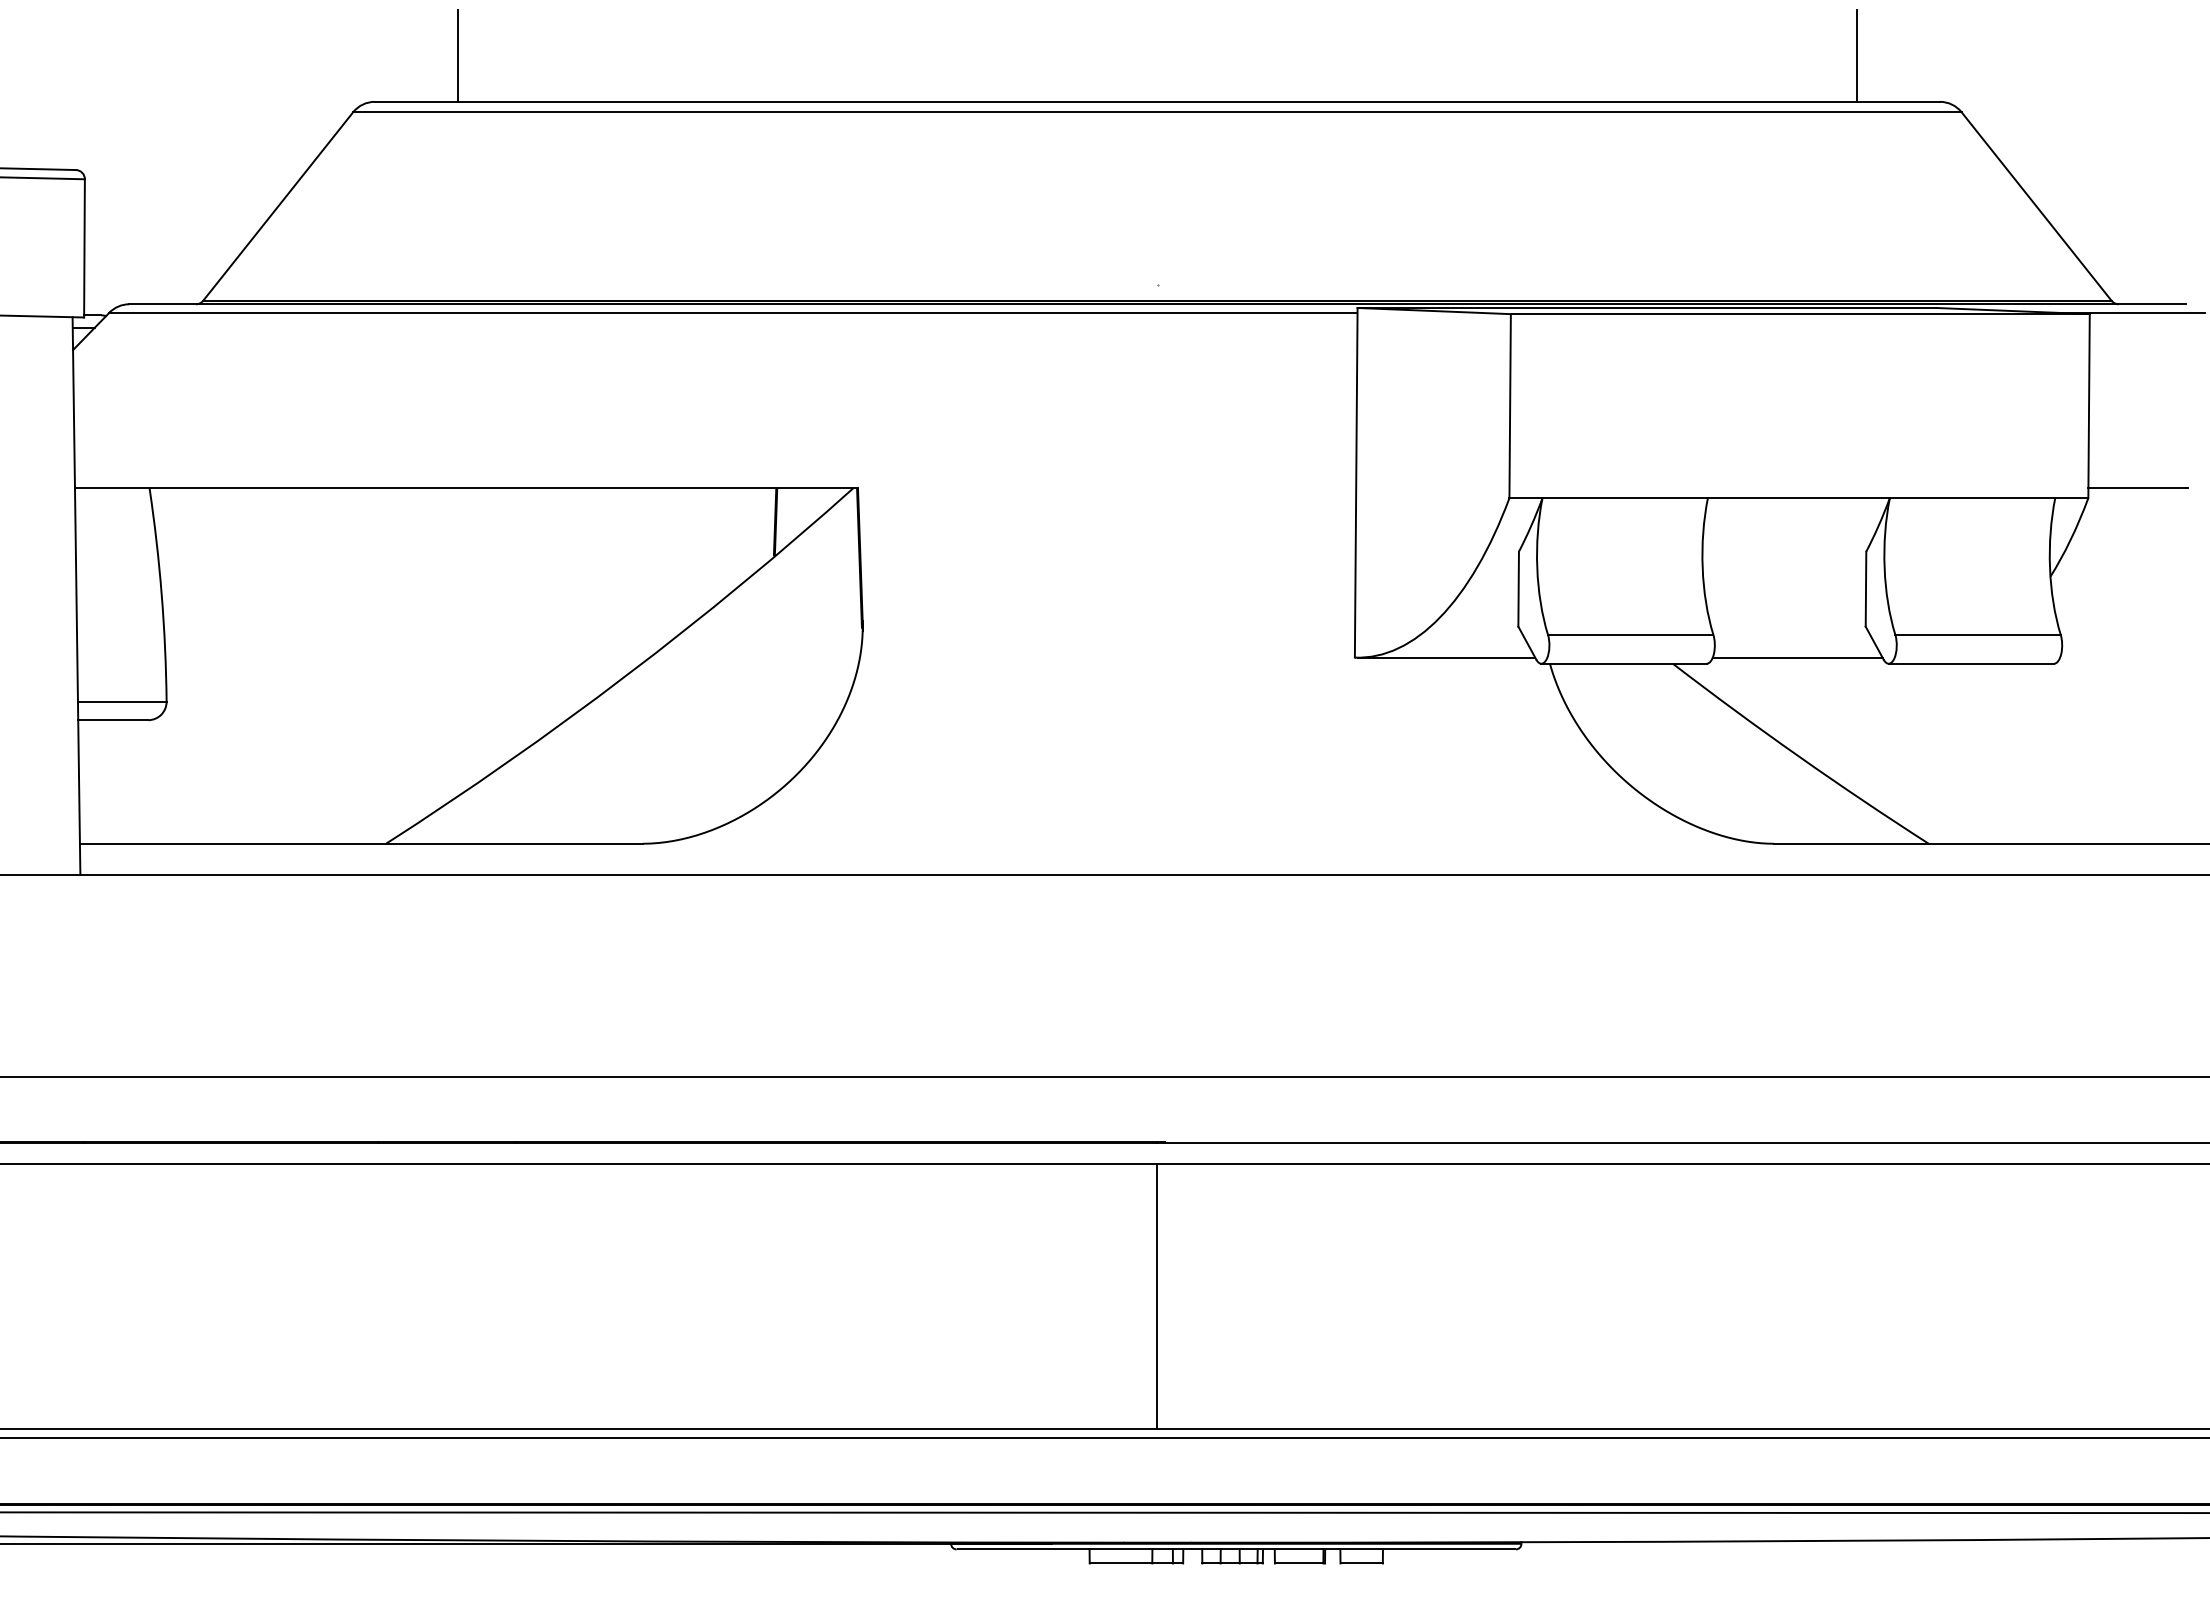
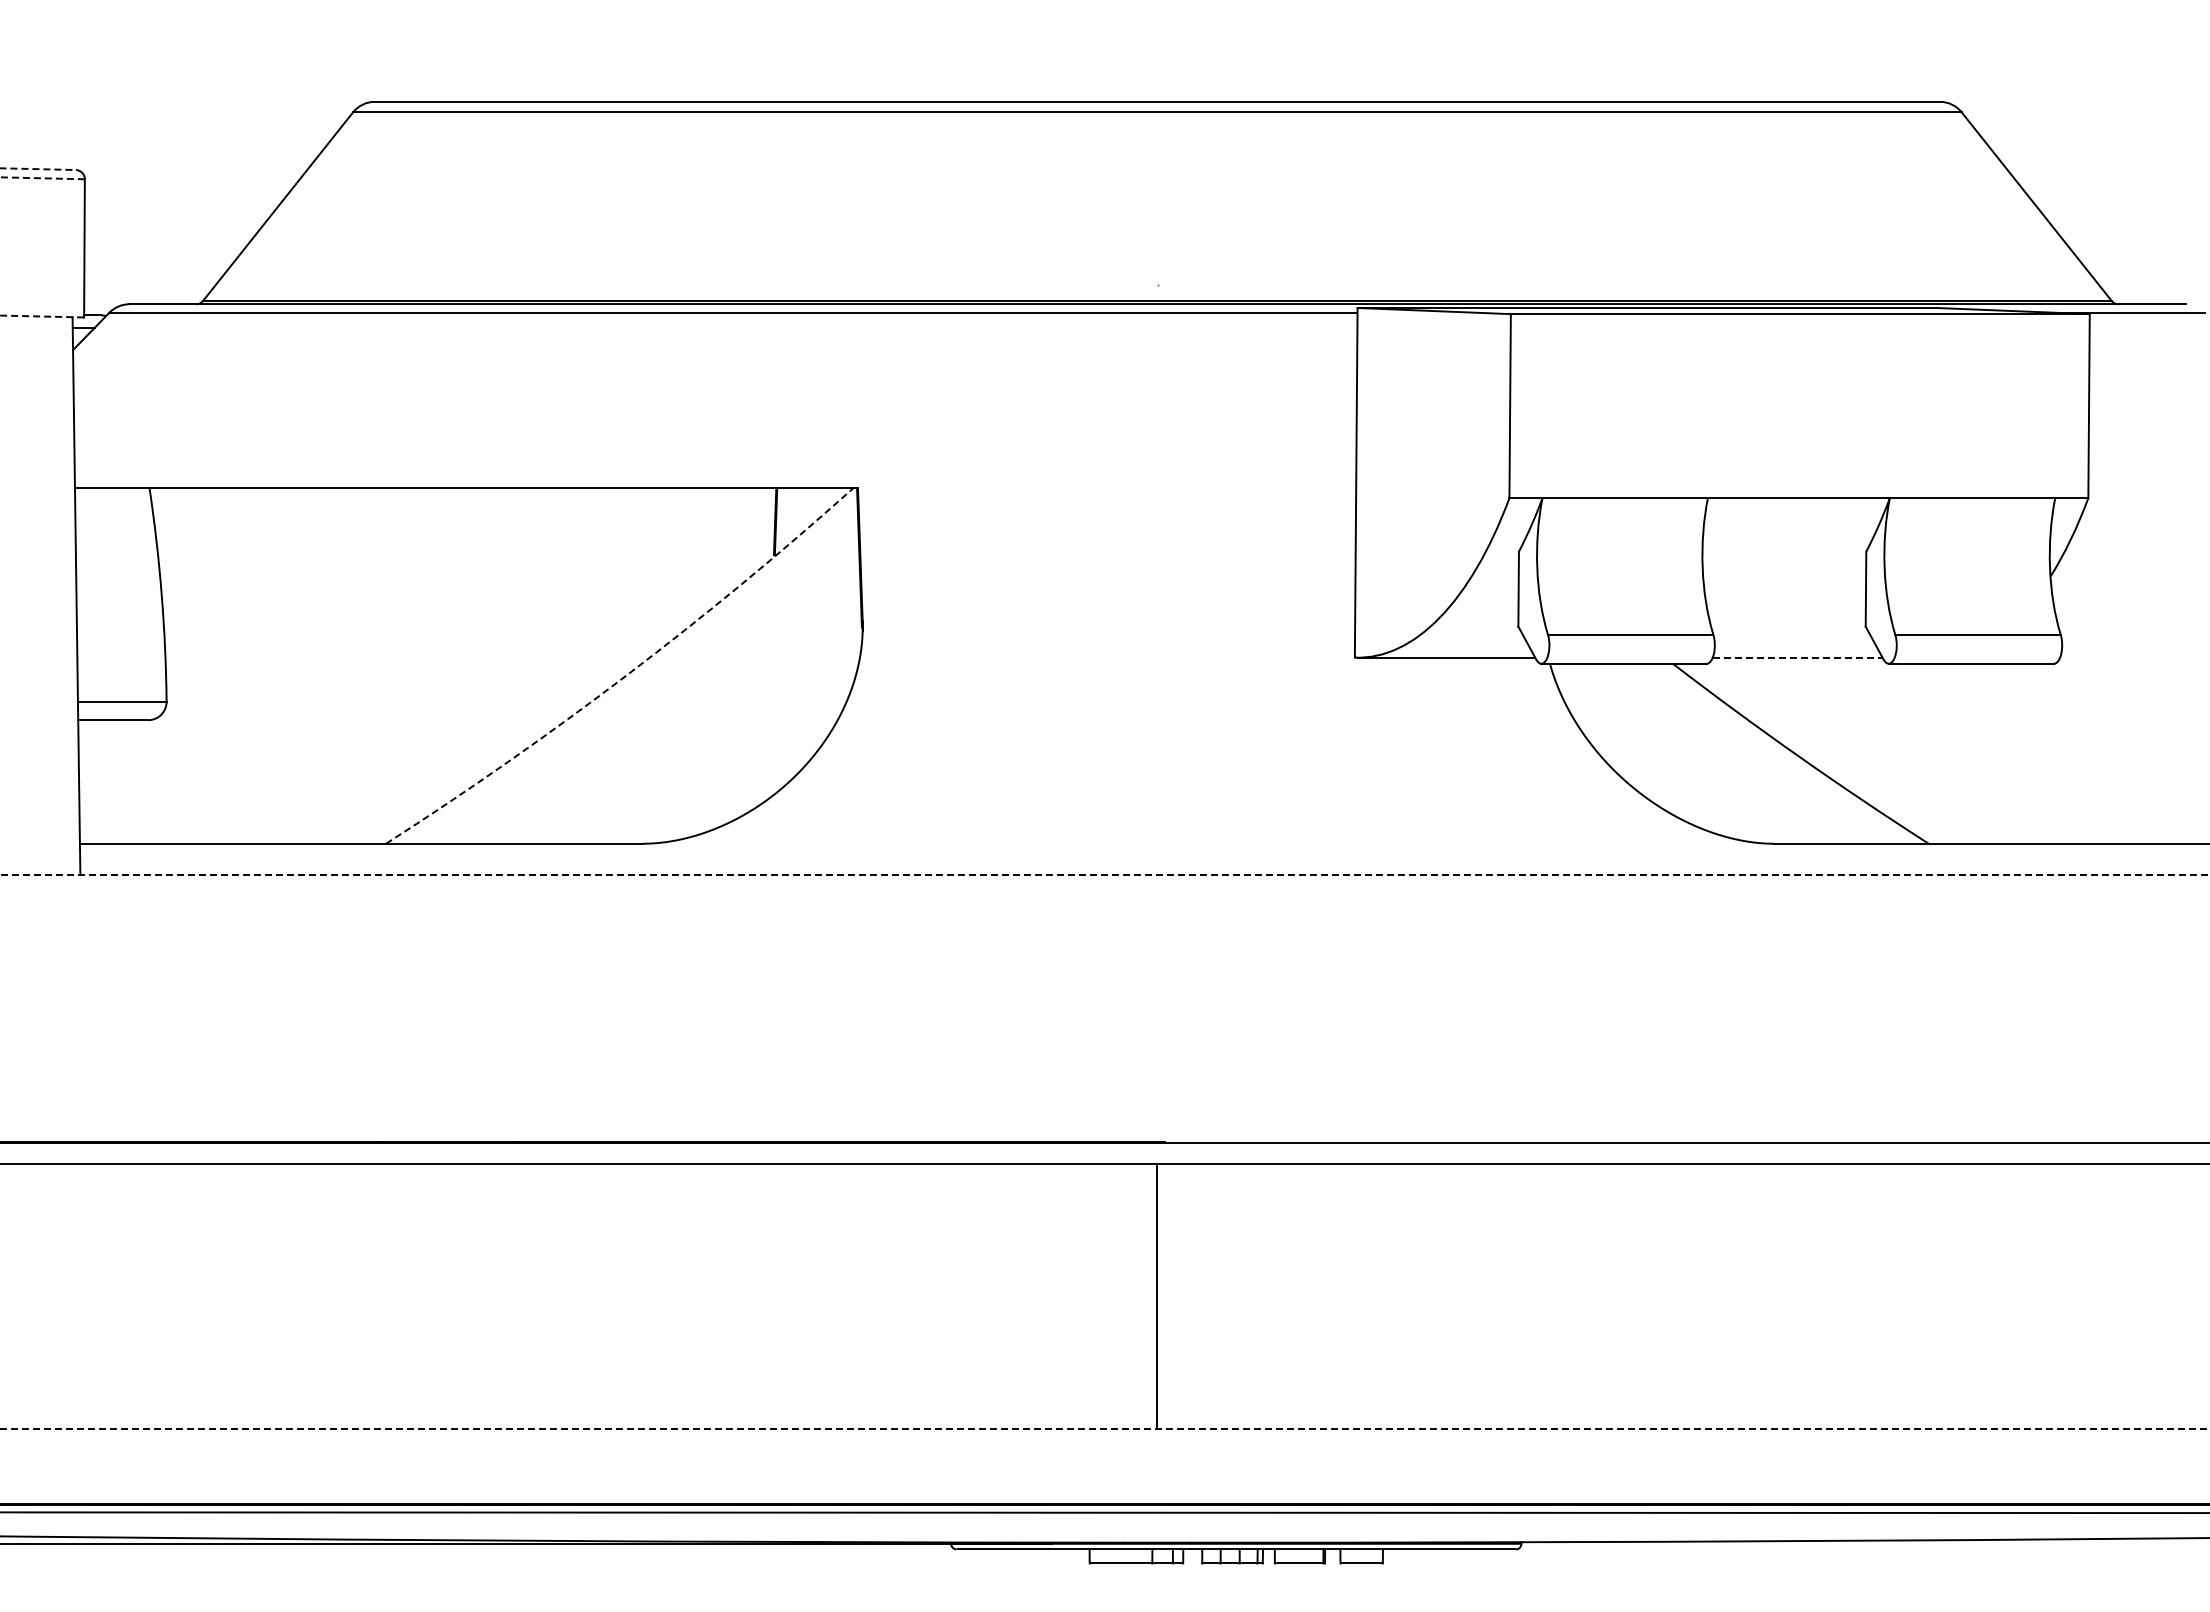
line at (458, 55): present -> none
line at (1856, 55): present -> none
line at (38, 169): solid -> dashed
line at (42, 178): solid -> dashed
line at (42, 316): solid -> dashed
line at (2138, 488): present -> none
line at (1797, 657): solid -> dashed
arc at (626, 675): solid -> dashed
line at (1105, 874): solid -> dashed
line at (1104, 1077): present -> none
line at (1105, 1428): solid -> dashed
line at (1104, 1437): present -> none
